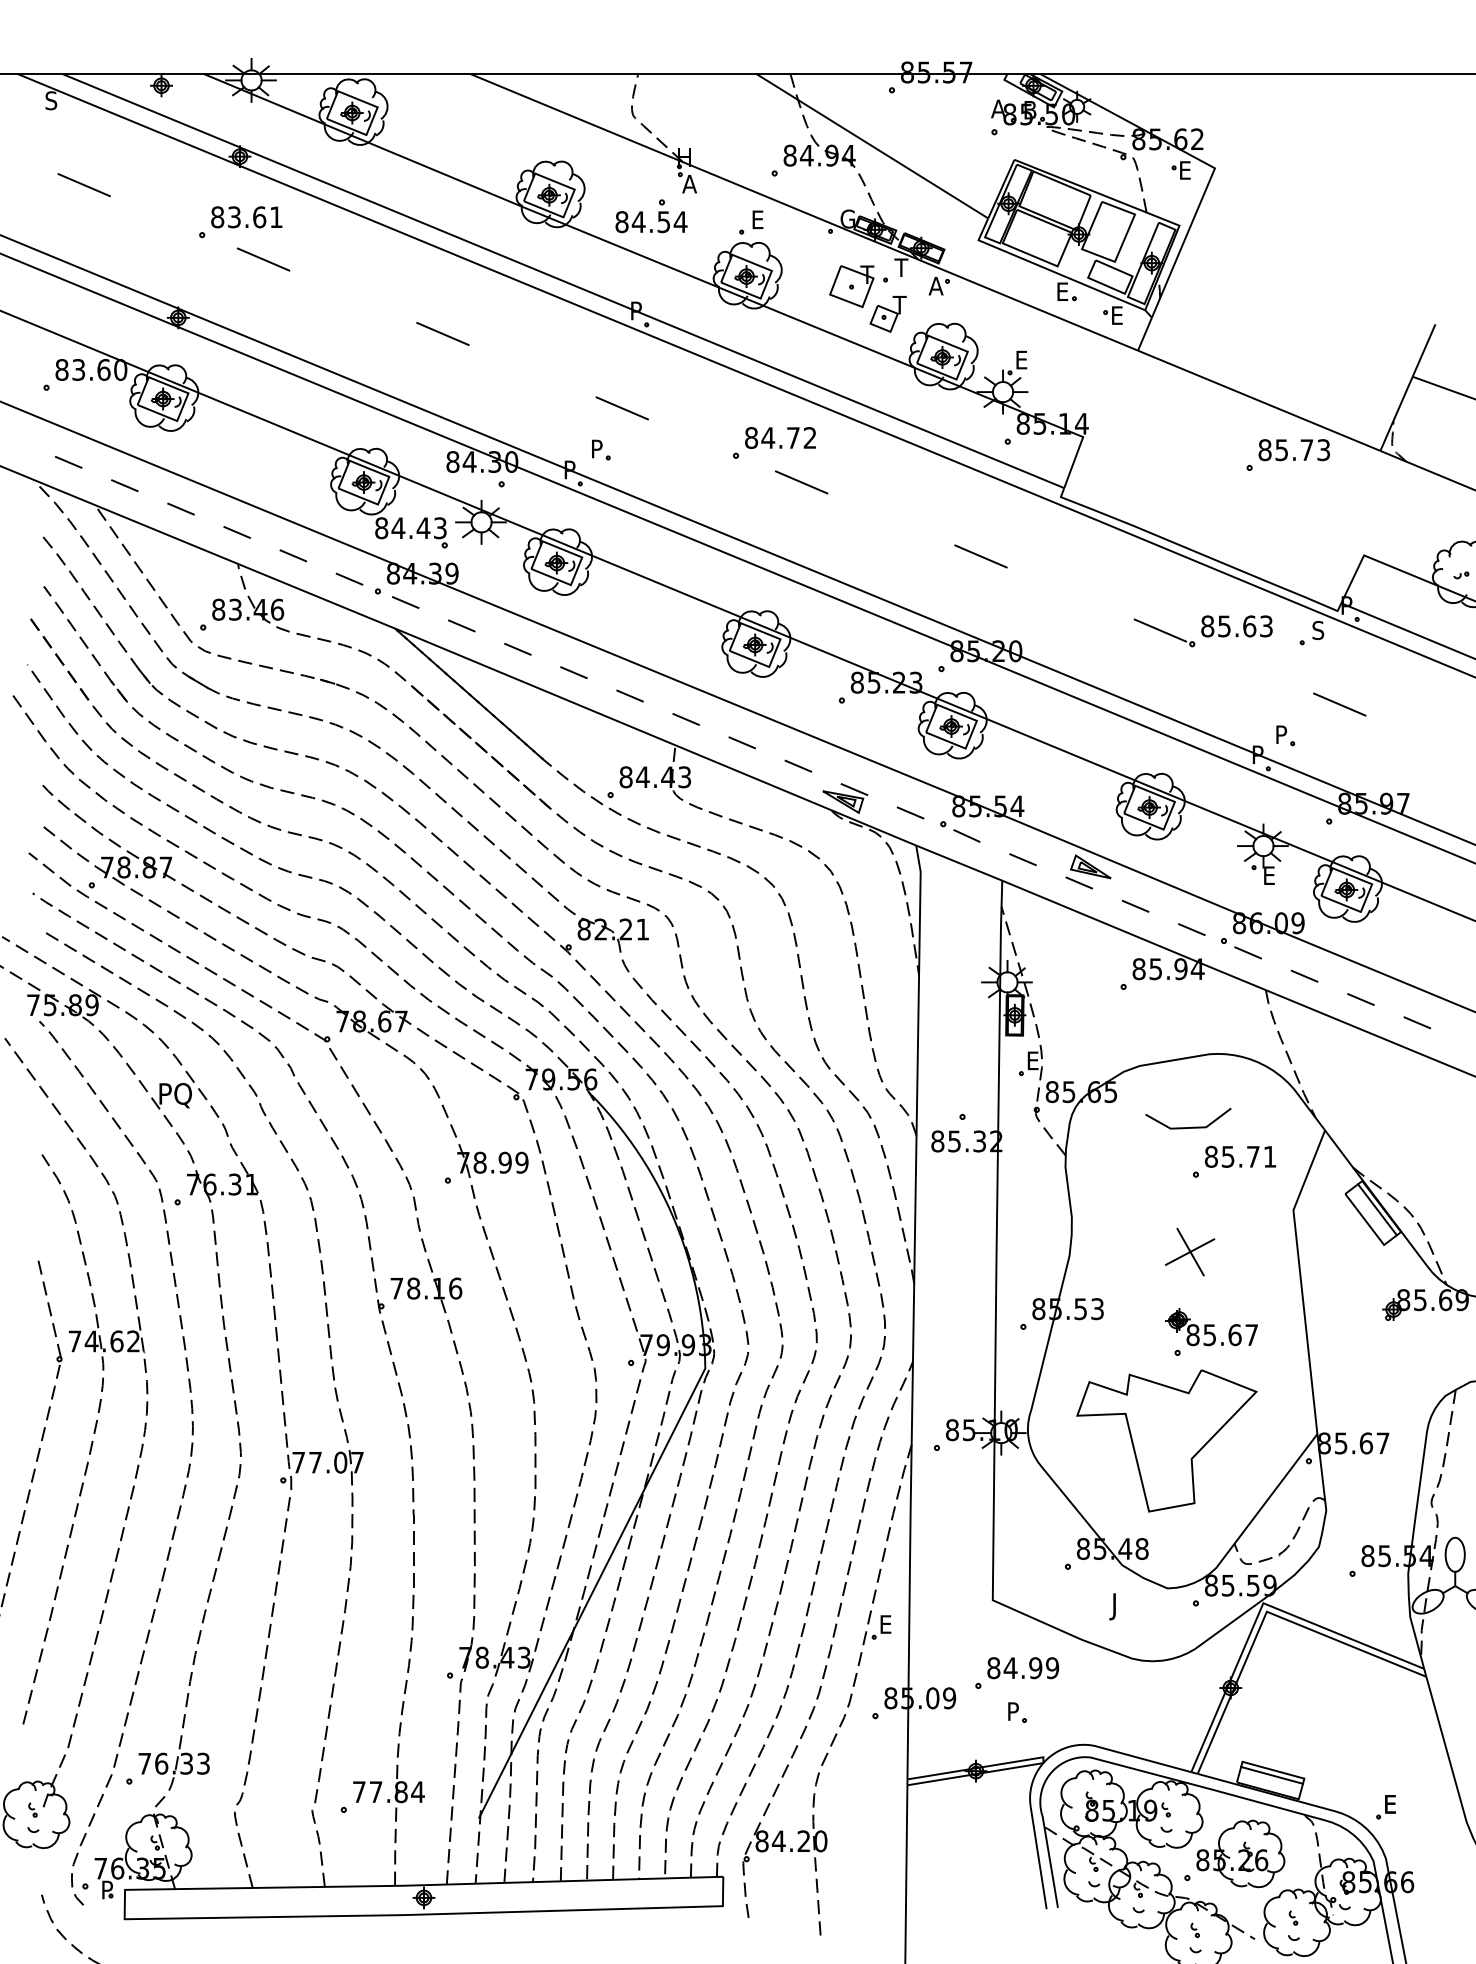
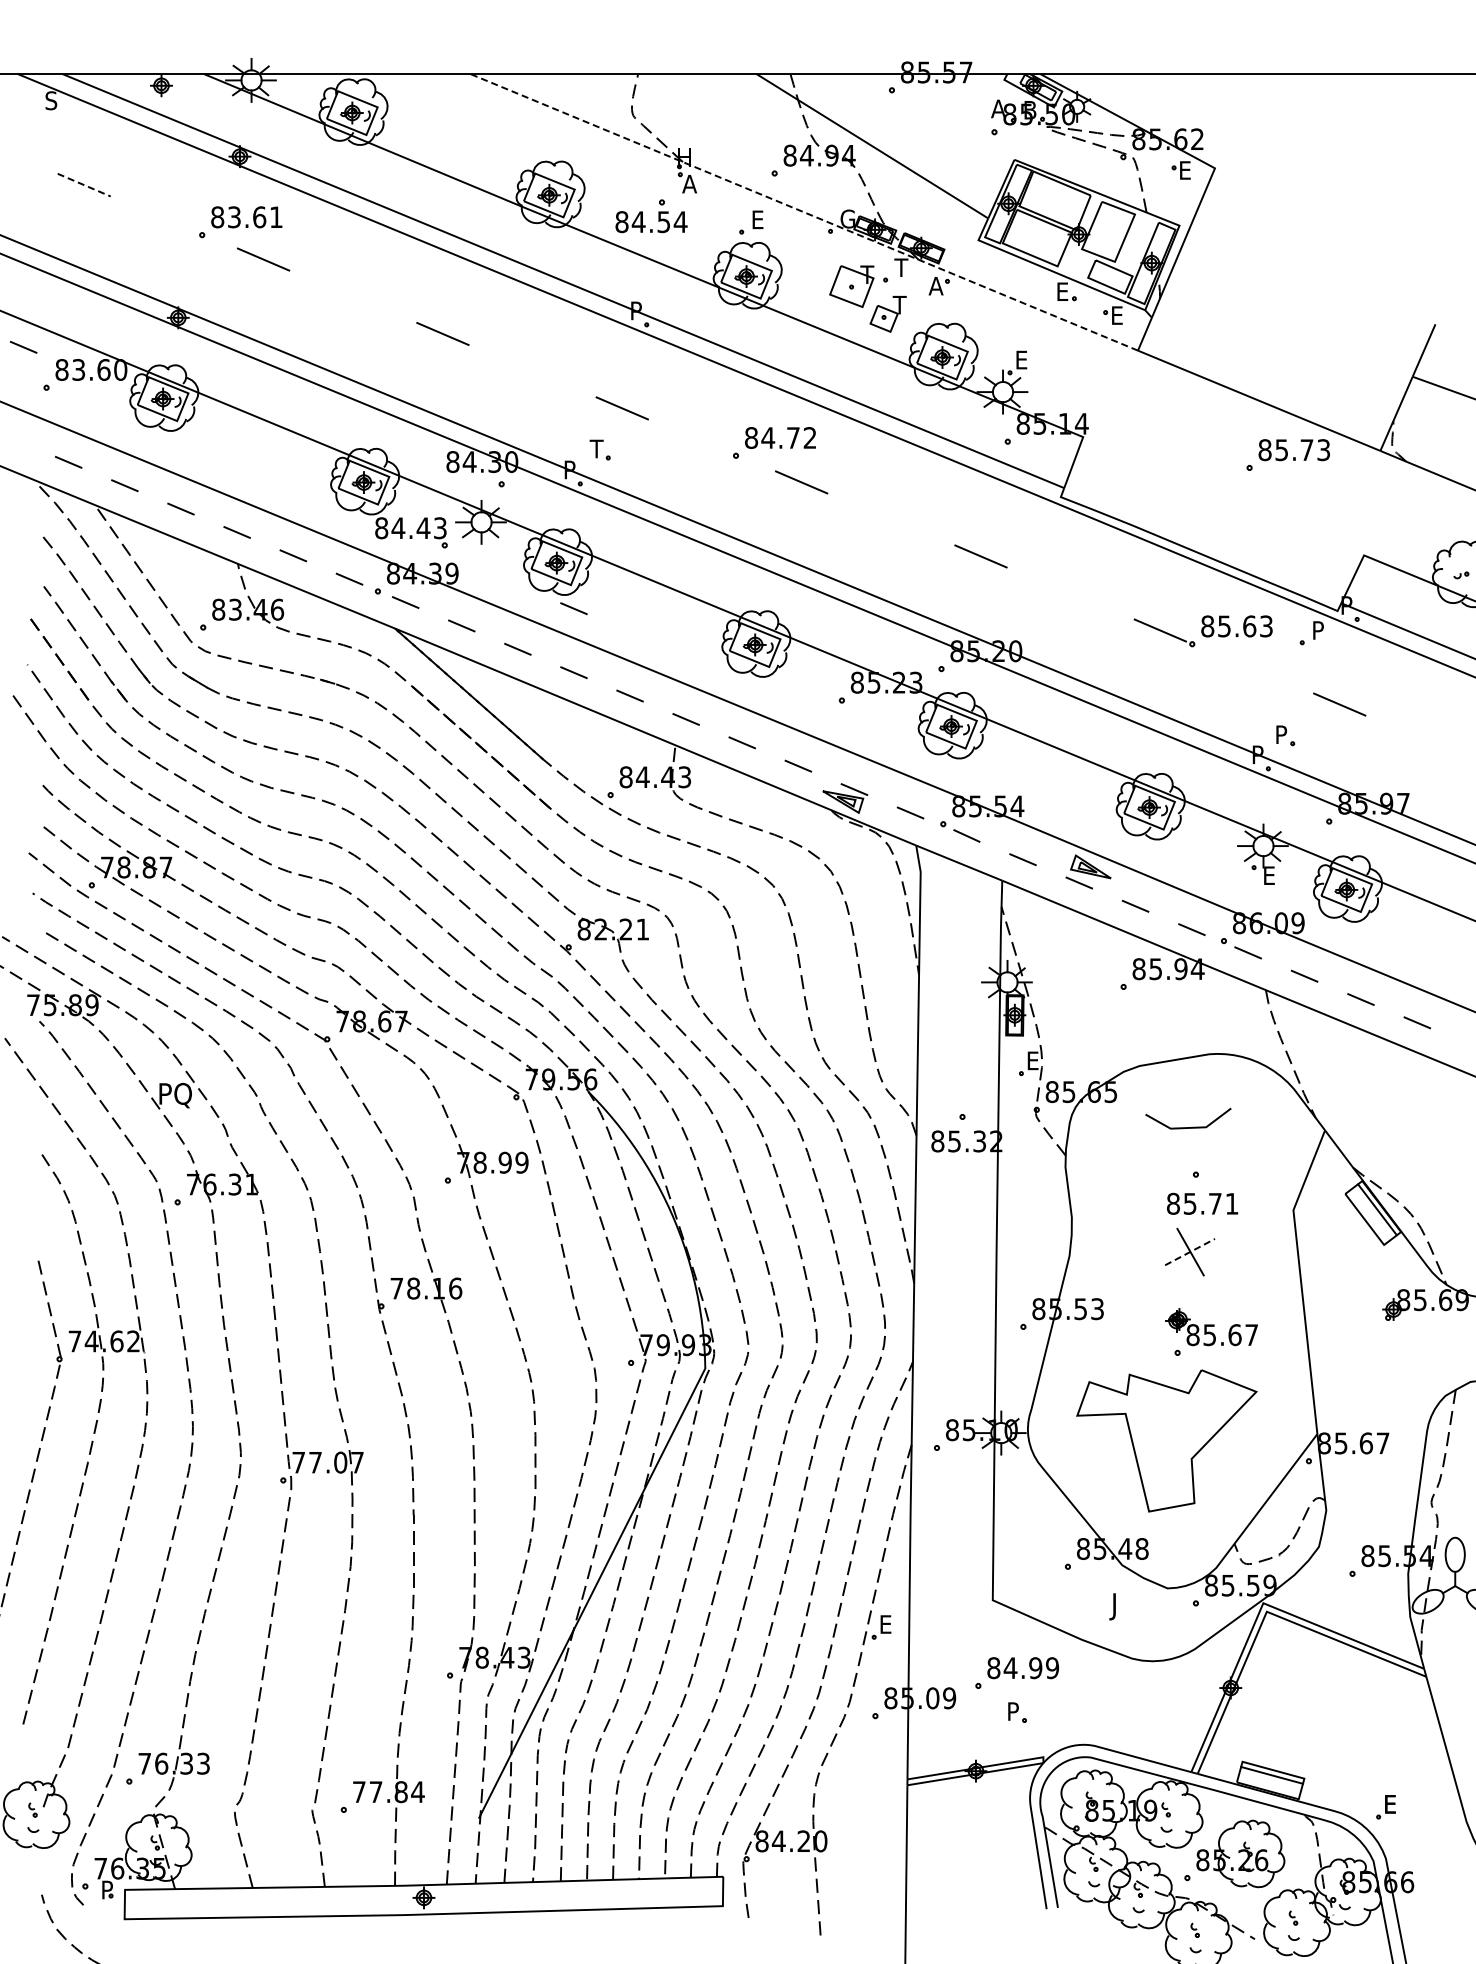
line at (84, 185): solid -> dashed
line at (803, 212): solid -> dashed
line at (23, 347): none -> present
text at (596, 448): P -> T
line at (573, 608): none -> present
text at (1318, 630): S -> P
text at (1240, 1156) position: (1240, 1156) -> (1202, 1203)
line at (1190, 1251): solid -> dashed
